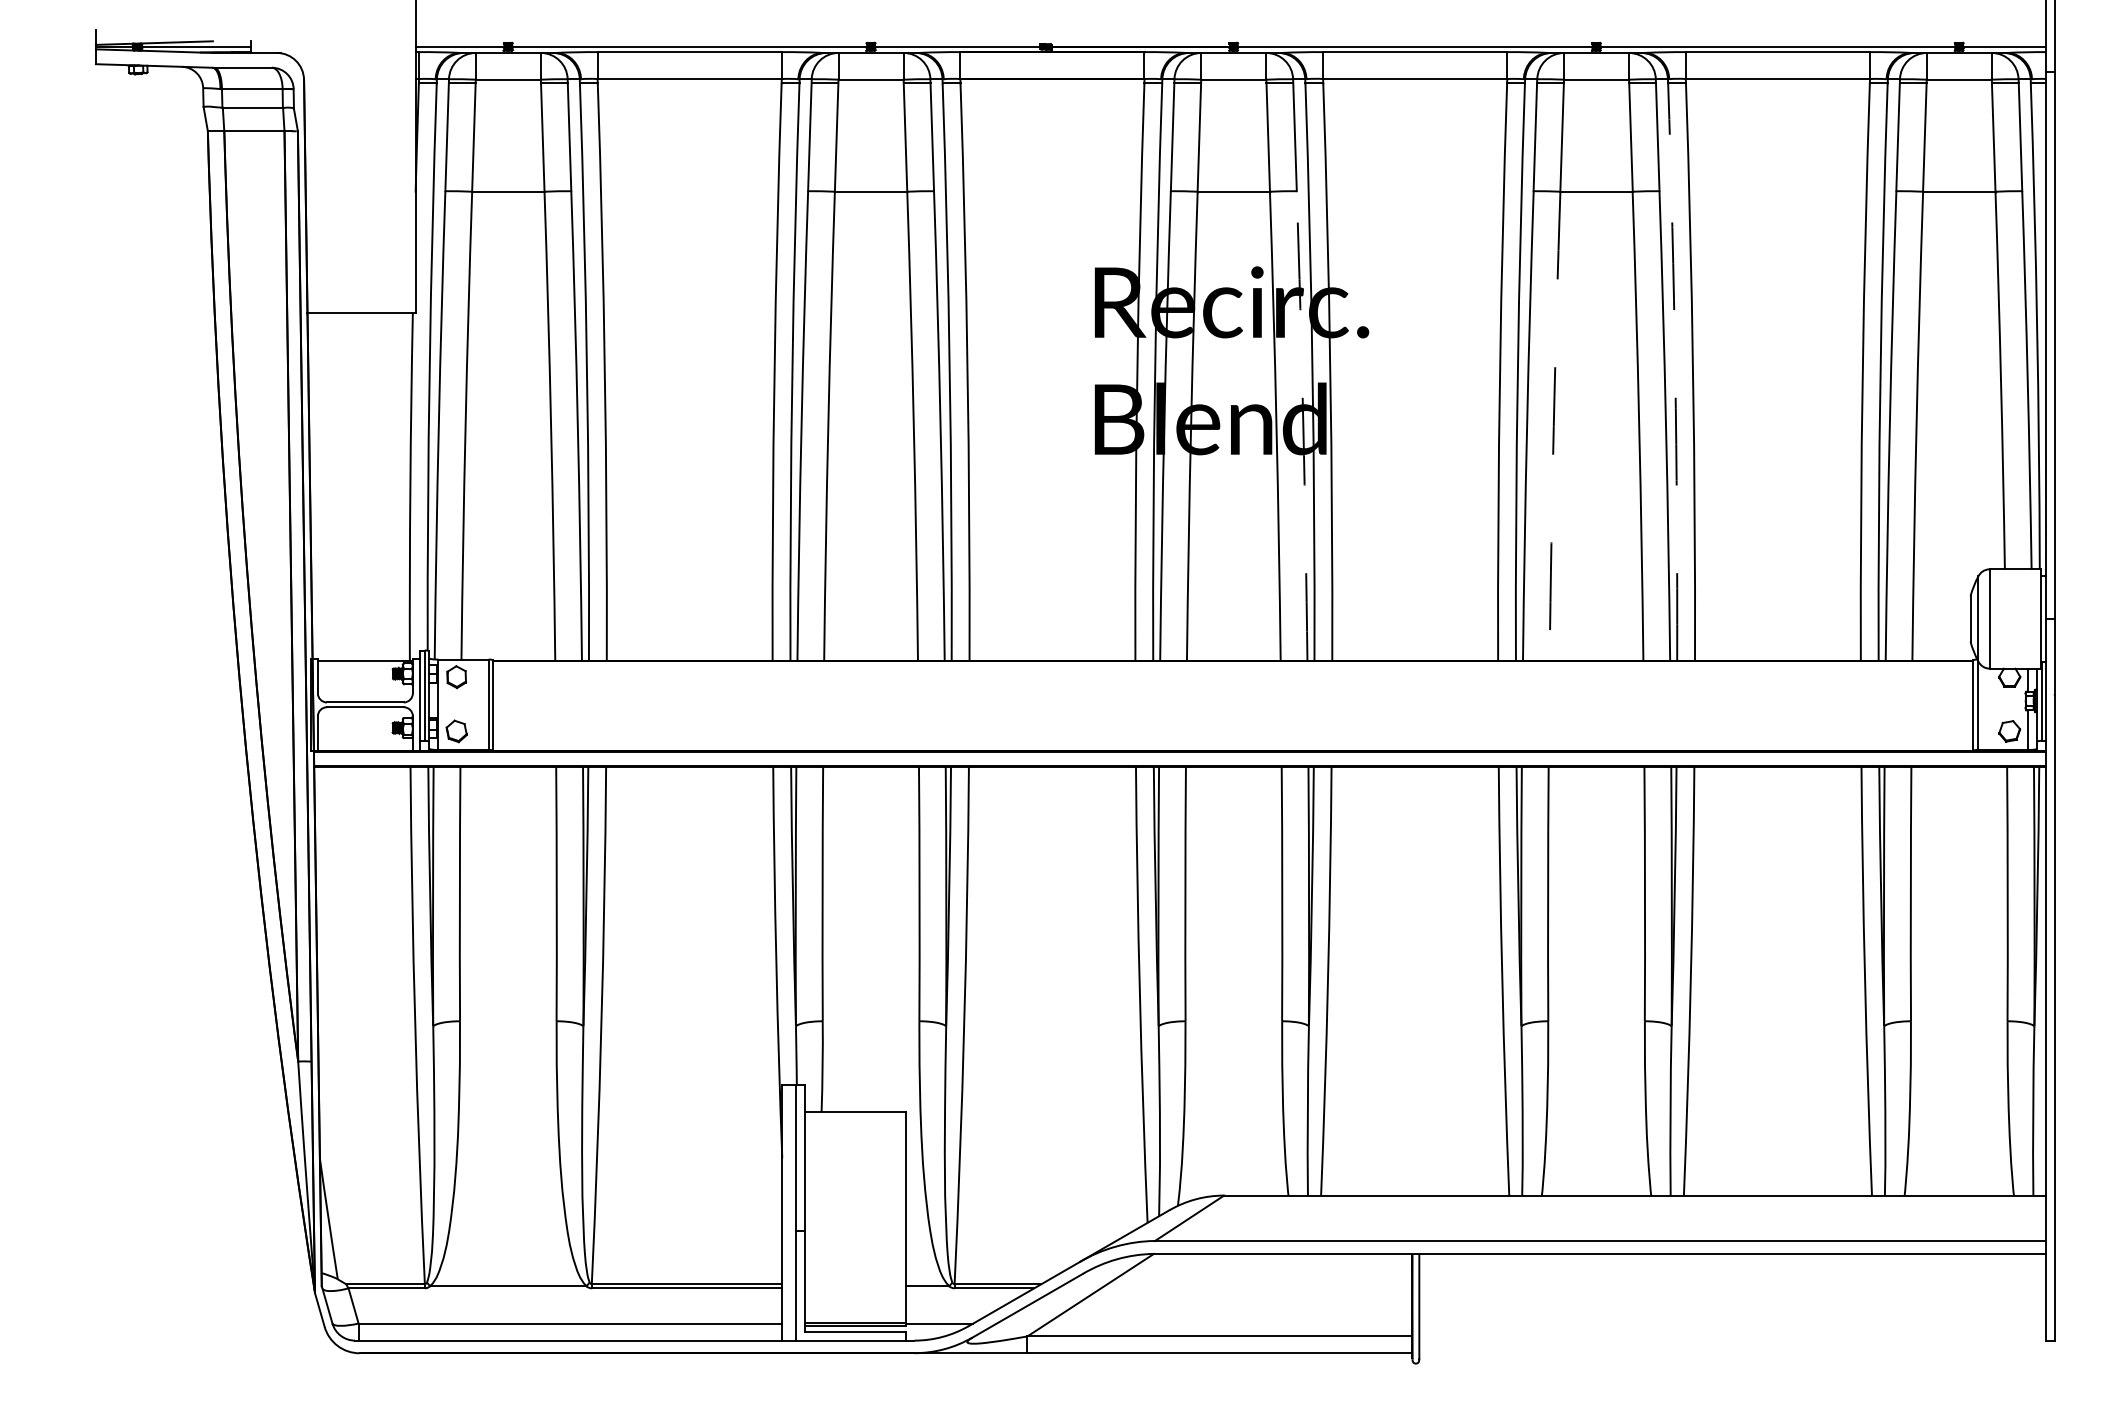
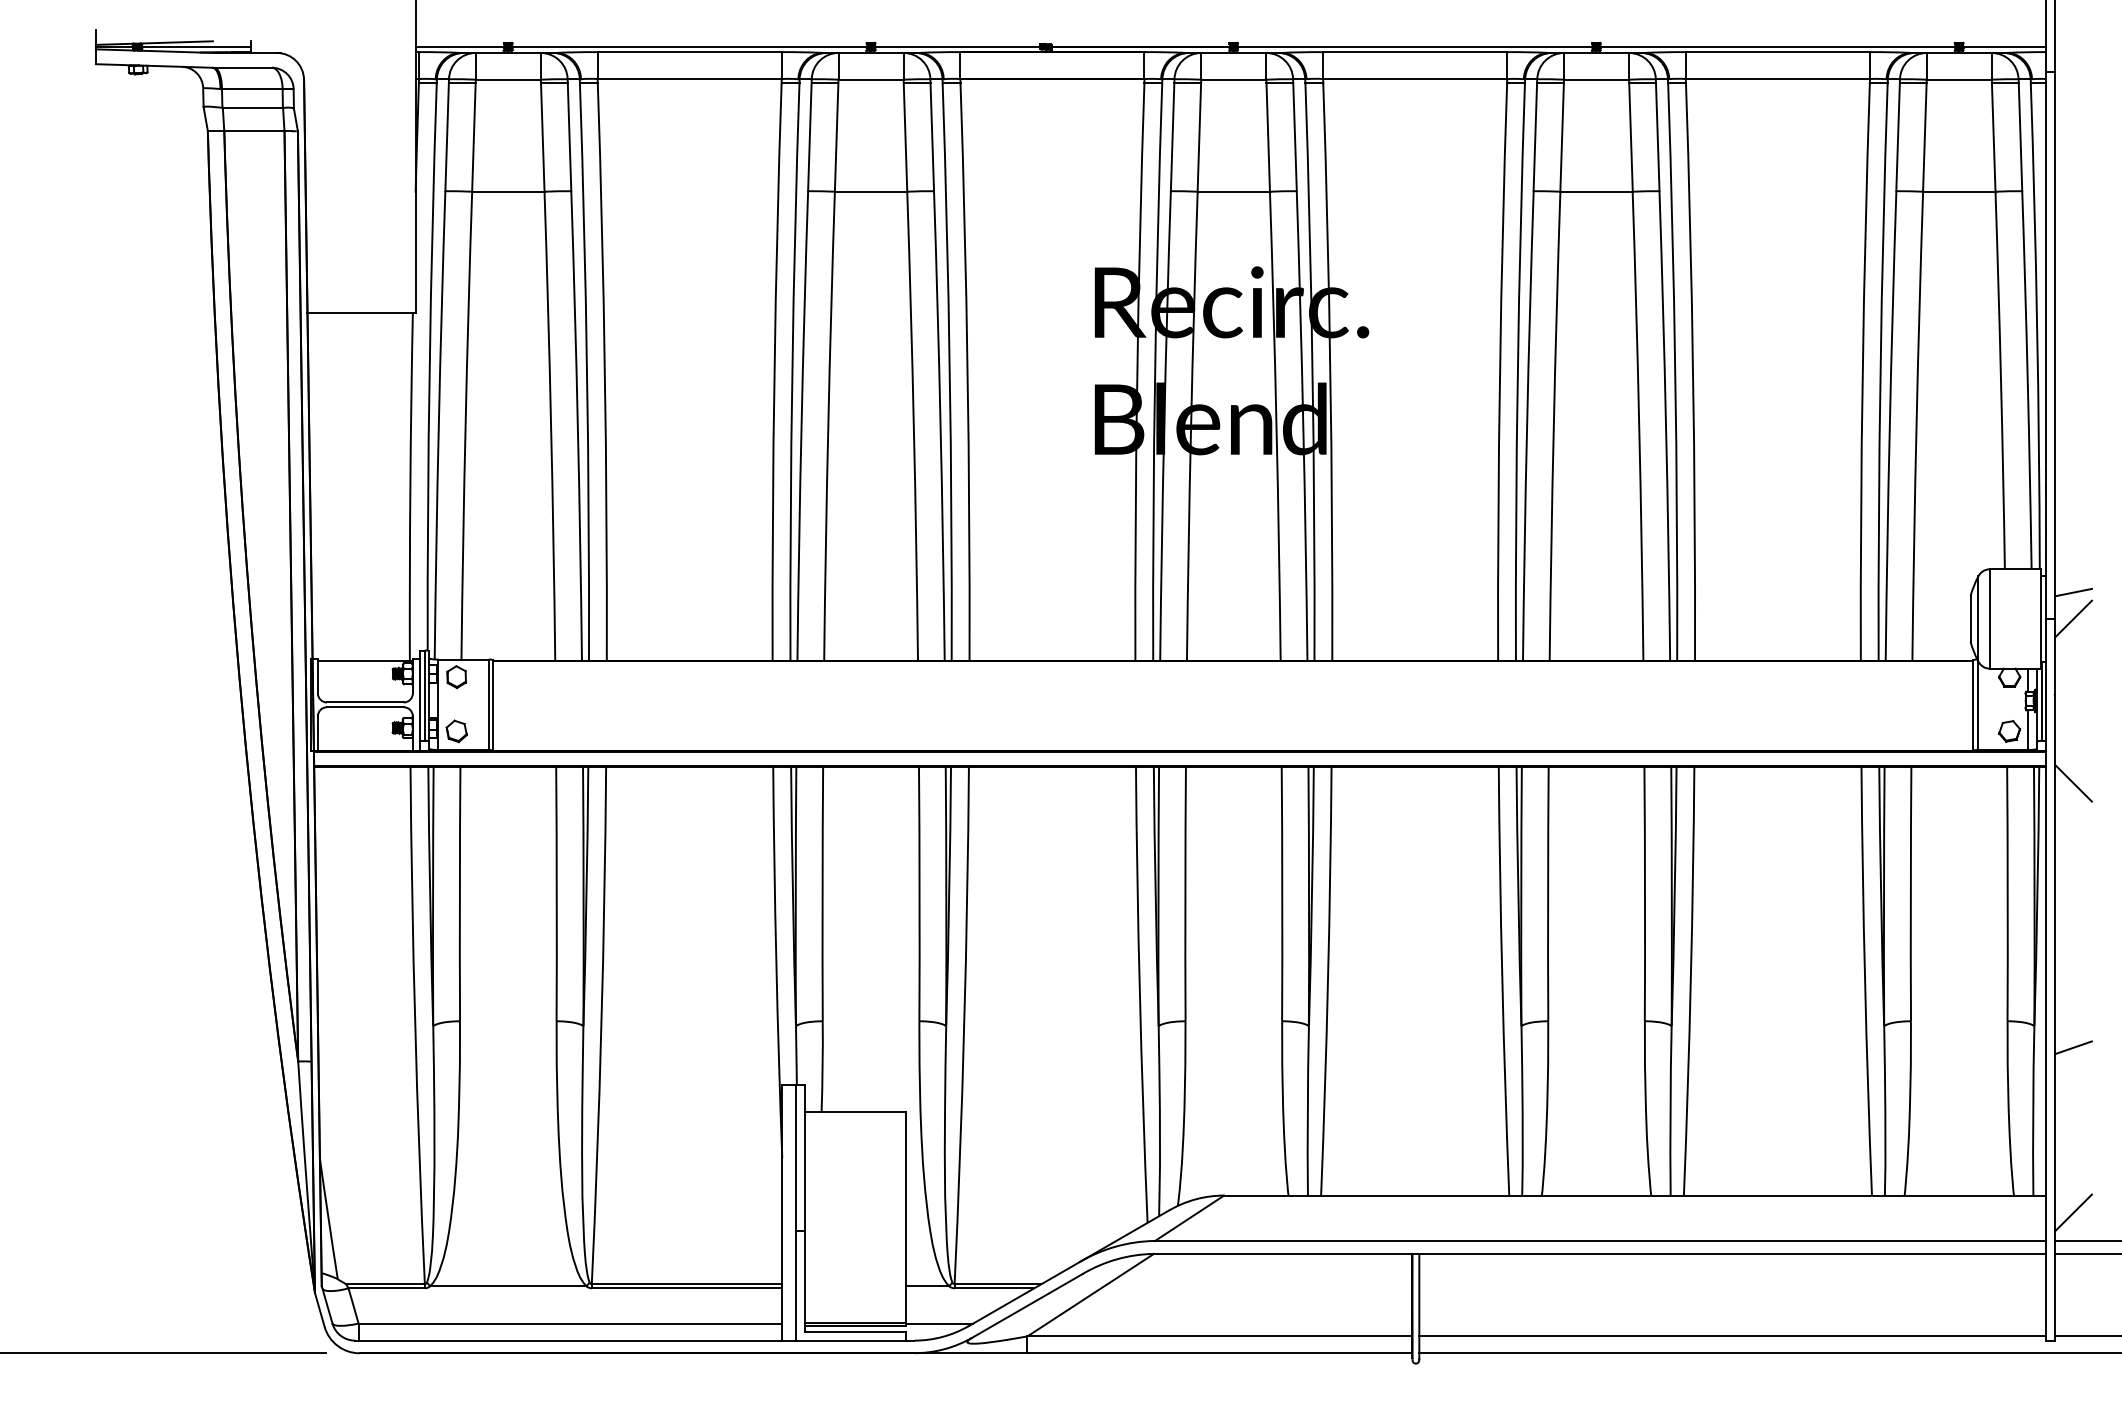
arc at (1675, 372): dashed -> solid
arc at (1303, 426): dashed -> solid
arc at (1553, 426): dashed -> solid
line at (2073, 592): none -> present
line at (2073, 618): none -> present
line at (2073, 783): none -> present
line at (2073, 1047): none -> present
line at (2073, 1212): none -> present
line at (2086, 1241): none -> present
line at (2086, 1253): none -> present
line at (1732, 1336): none -> present
line at (2086, 1336): none -> present
line at (163, 1353): none -> present
line at (1768, 1353): none -> present
